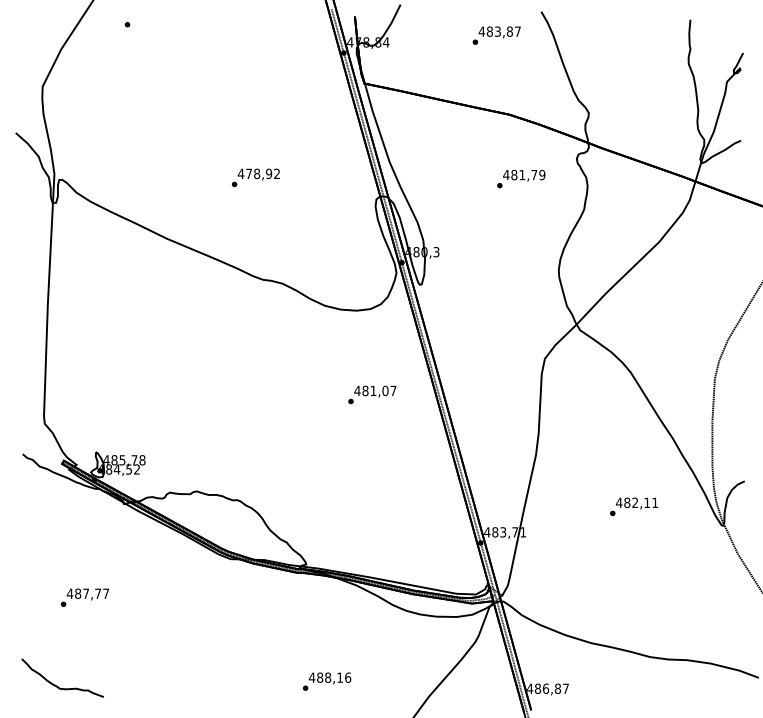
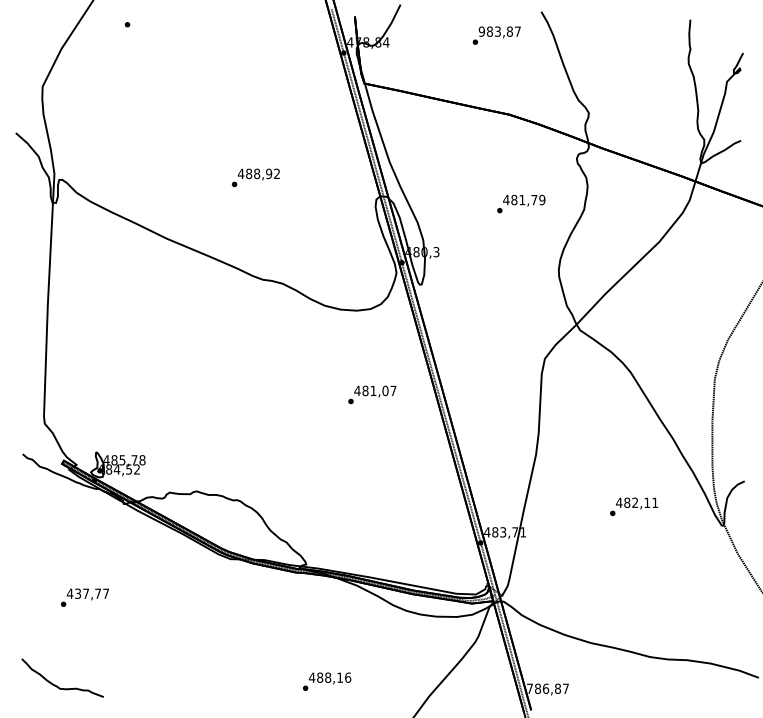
text at (481, 31): 483,87 -> 983,87
text at (249, 173): 478,92 -> 488,92
text at (521, 178) position: (521, 178) -> (521, 203)
text at (78, 593): 487,77 -> 437,77
text at (530, 688): 486,87 -> 786,87
